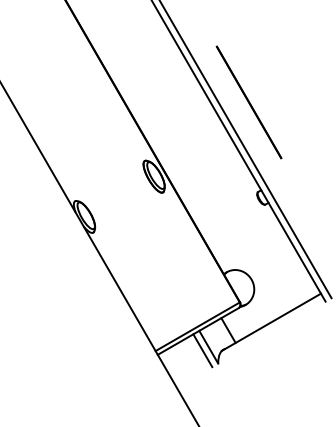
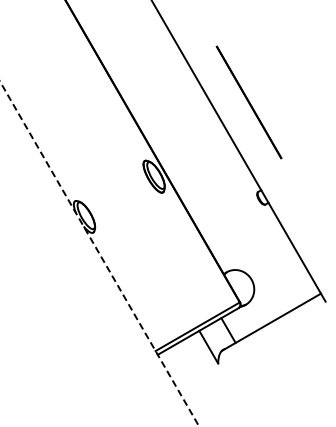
line at (246, 150): present -> none
line at (99, 254): solid -> dashed
line at (202, 350): present -> none
